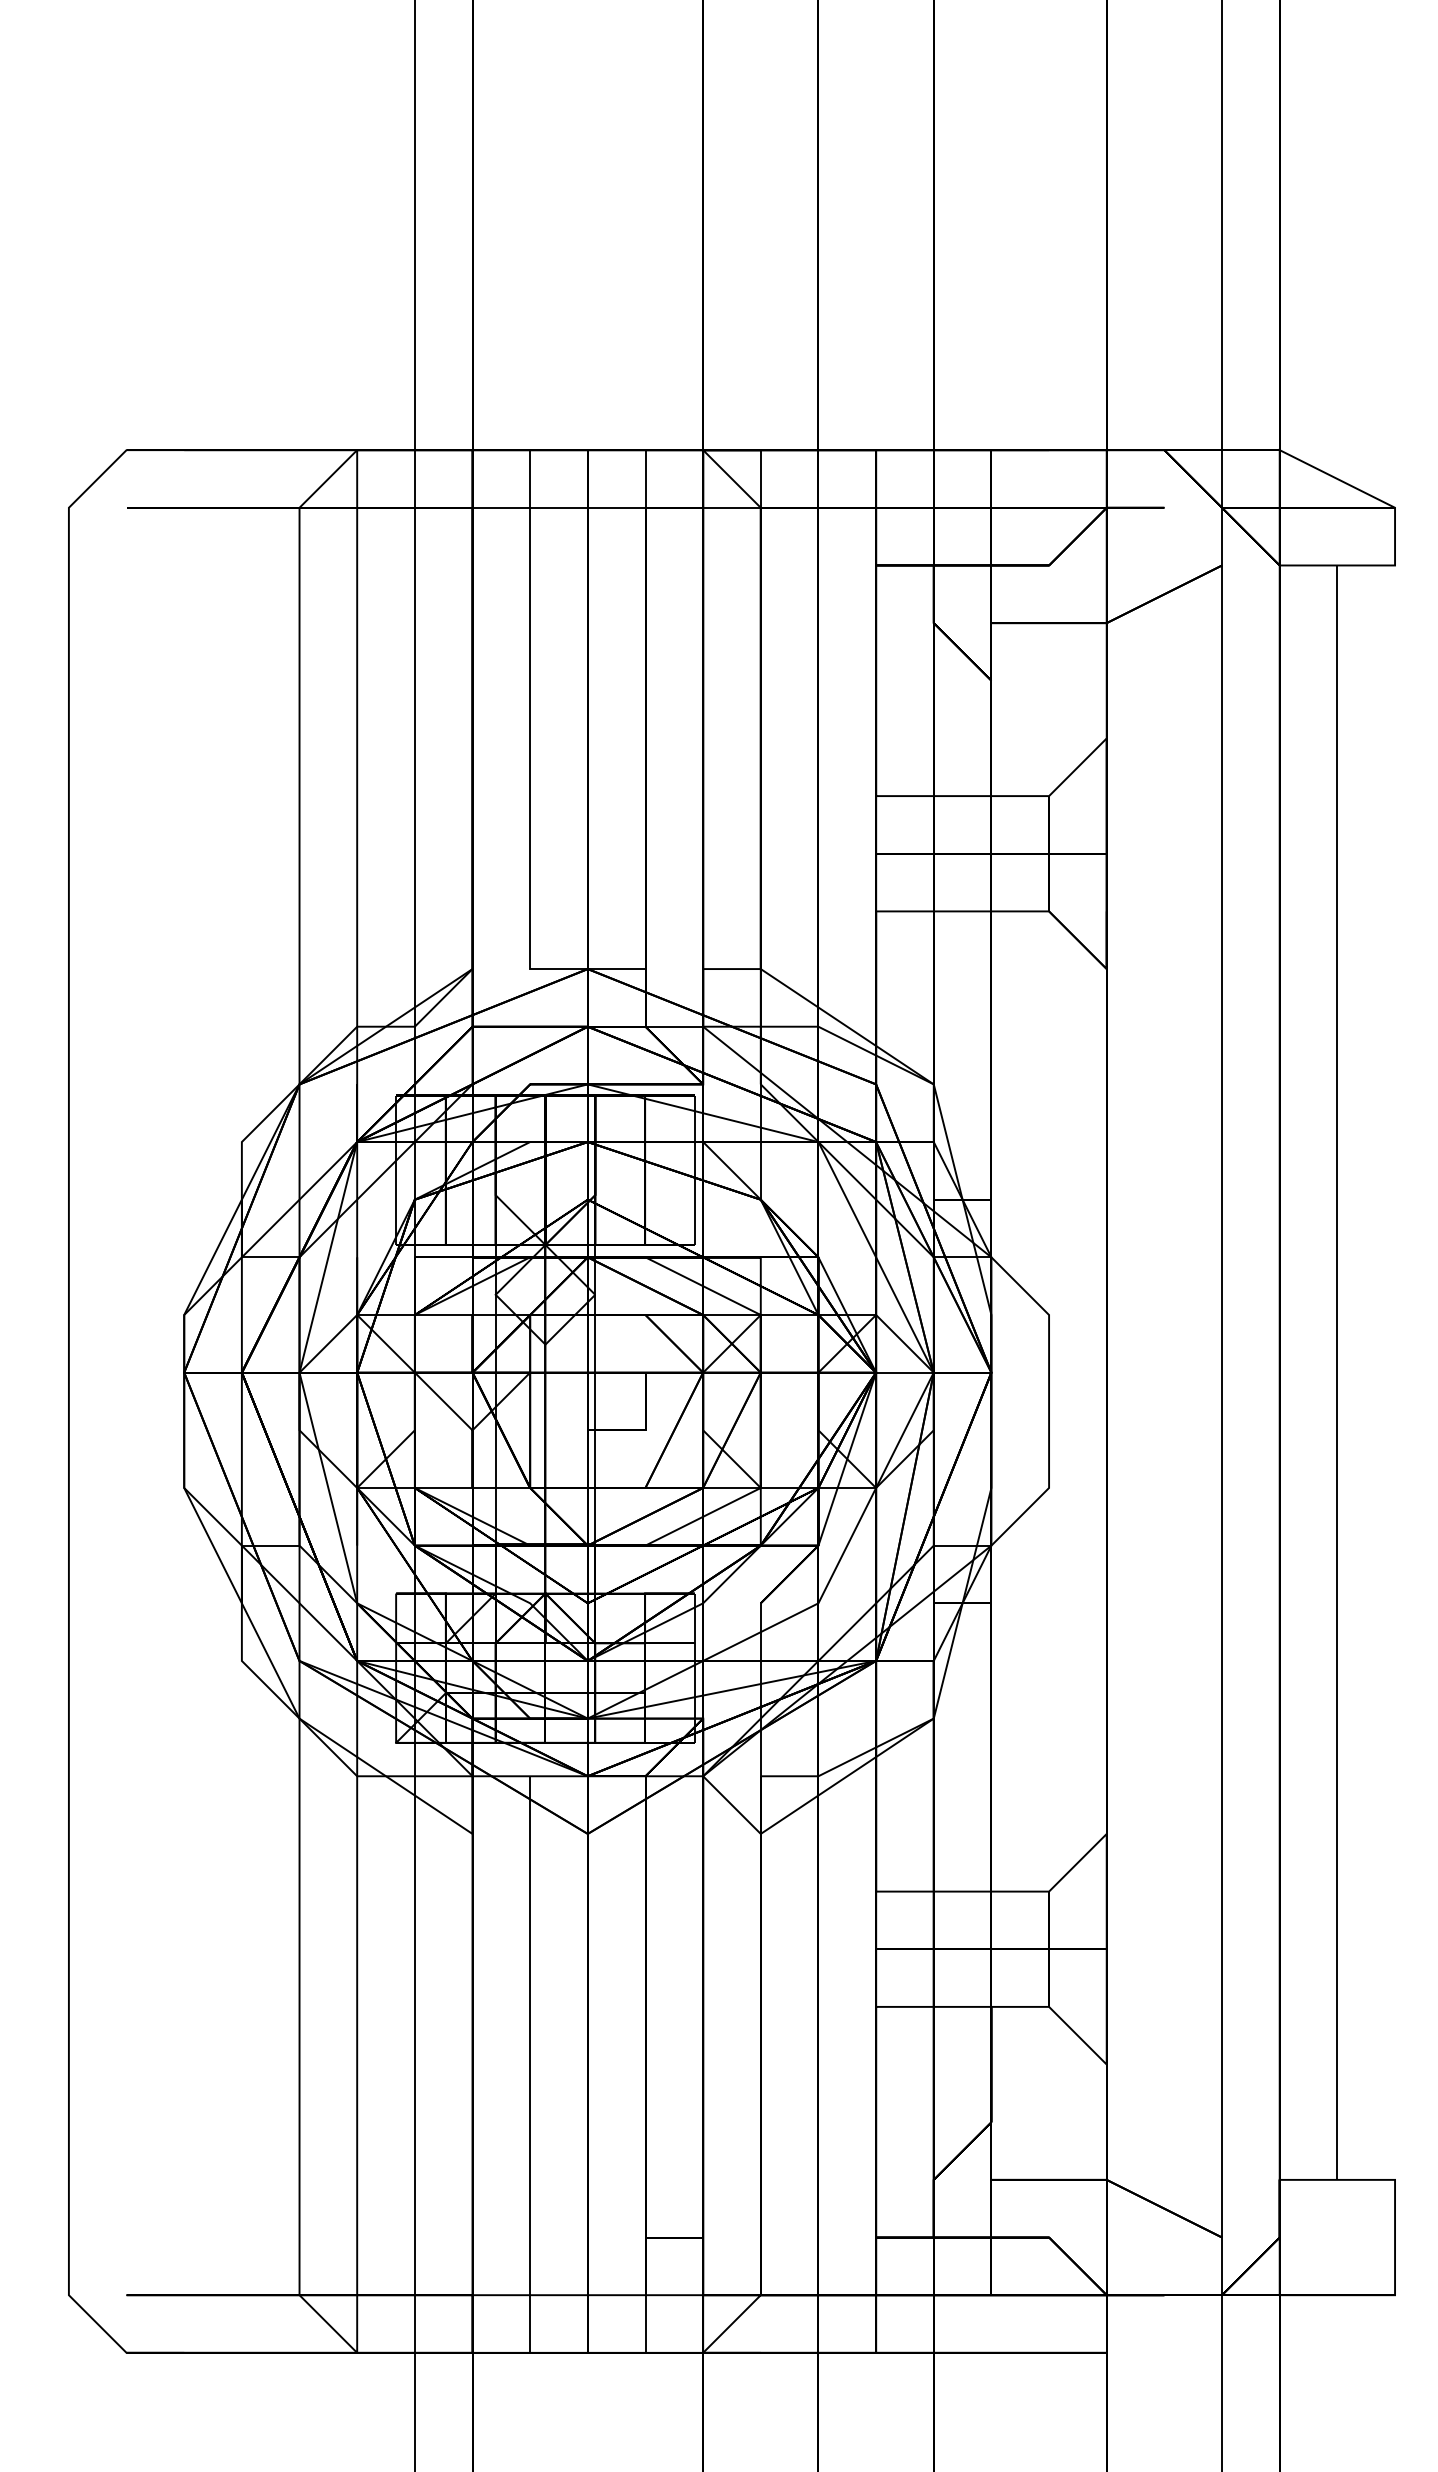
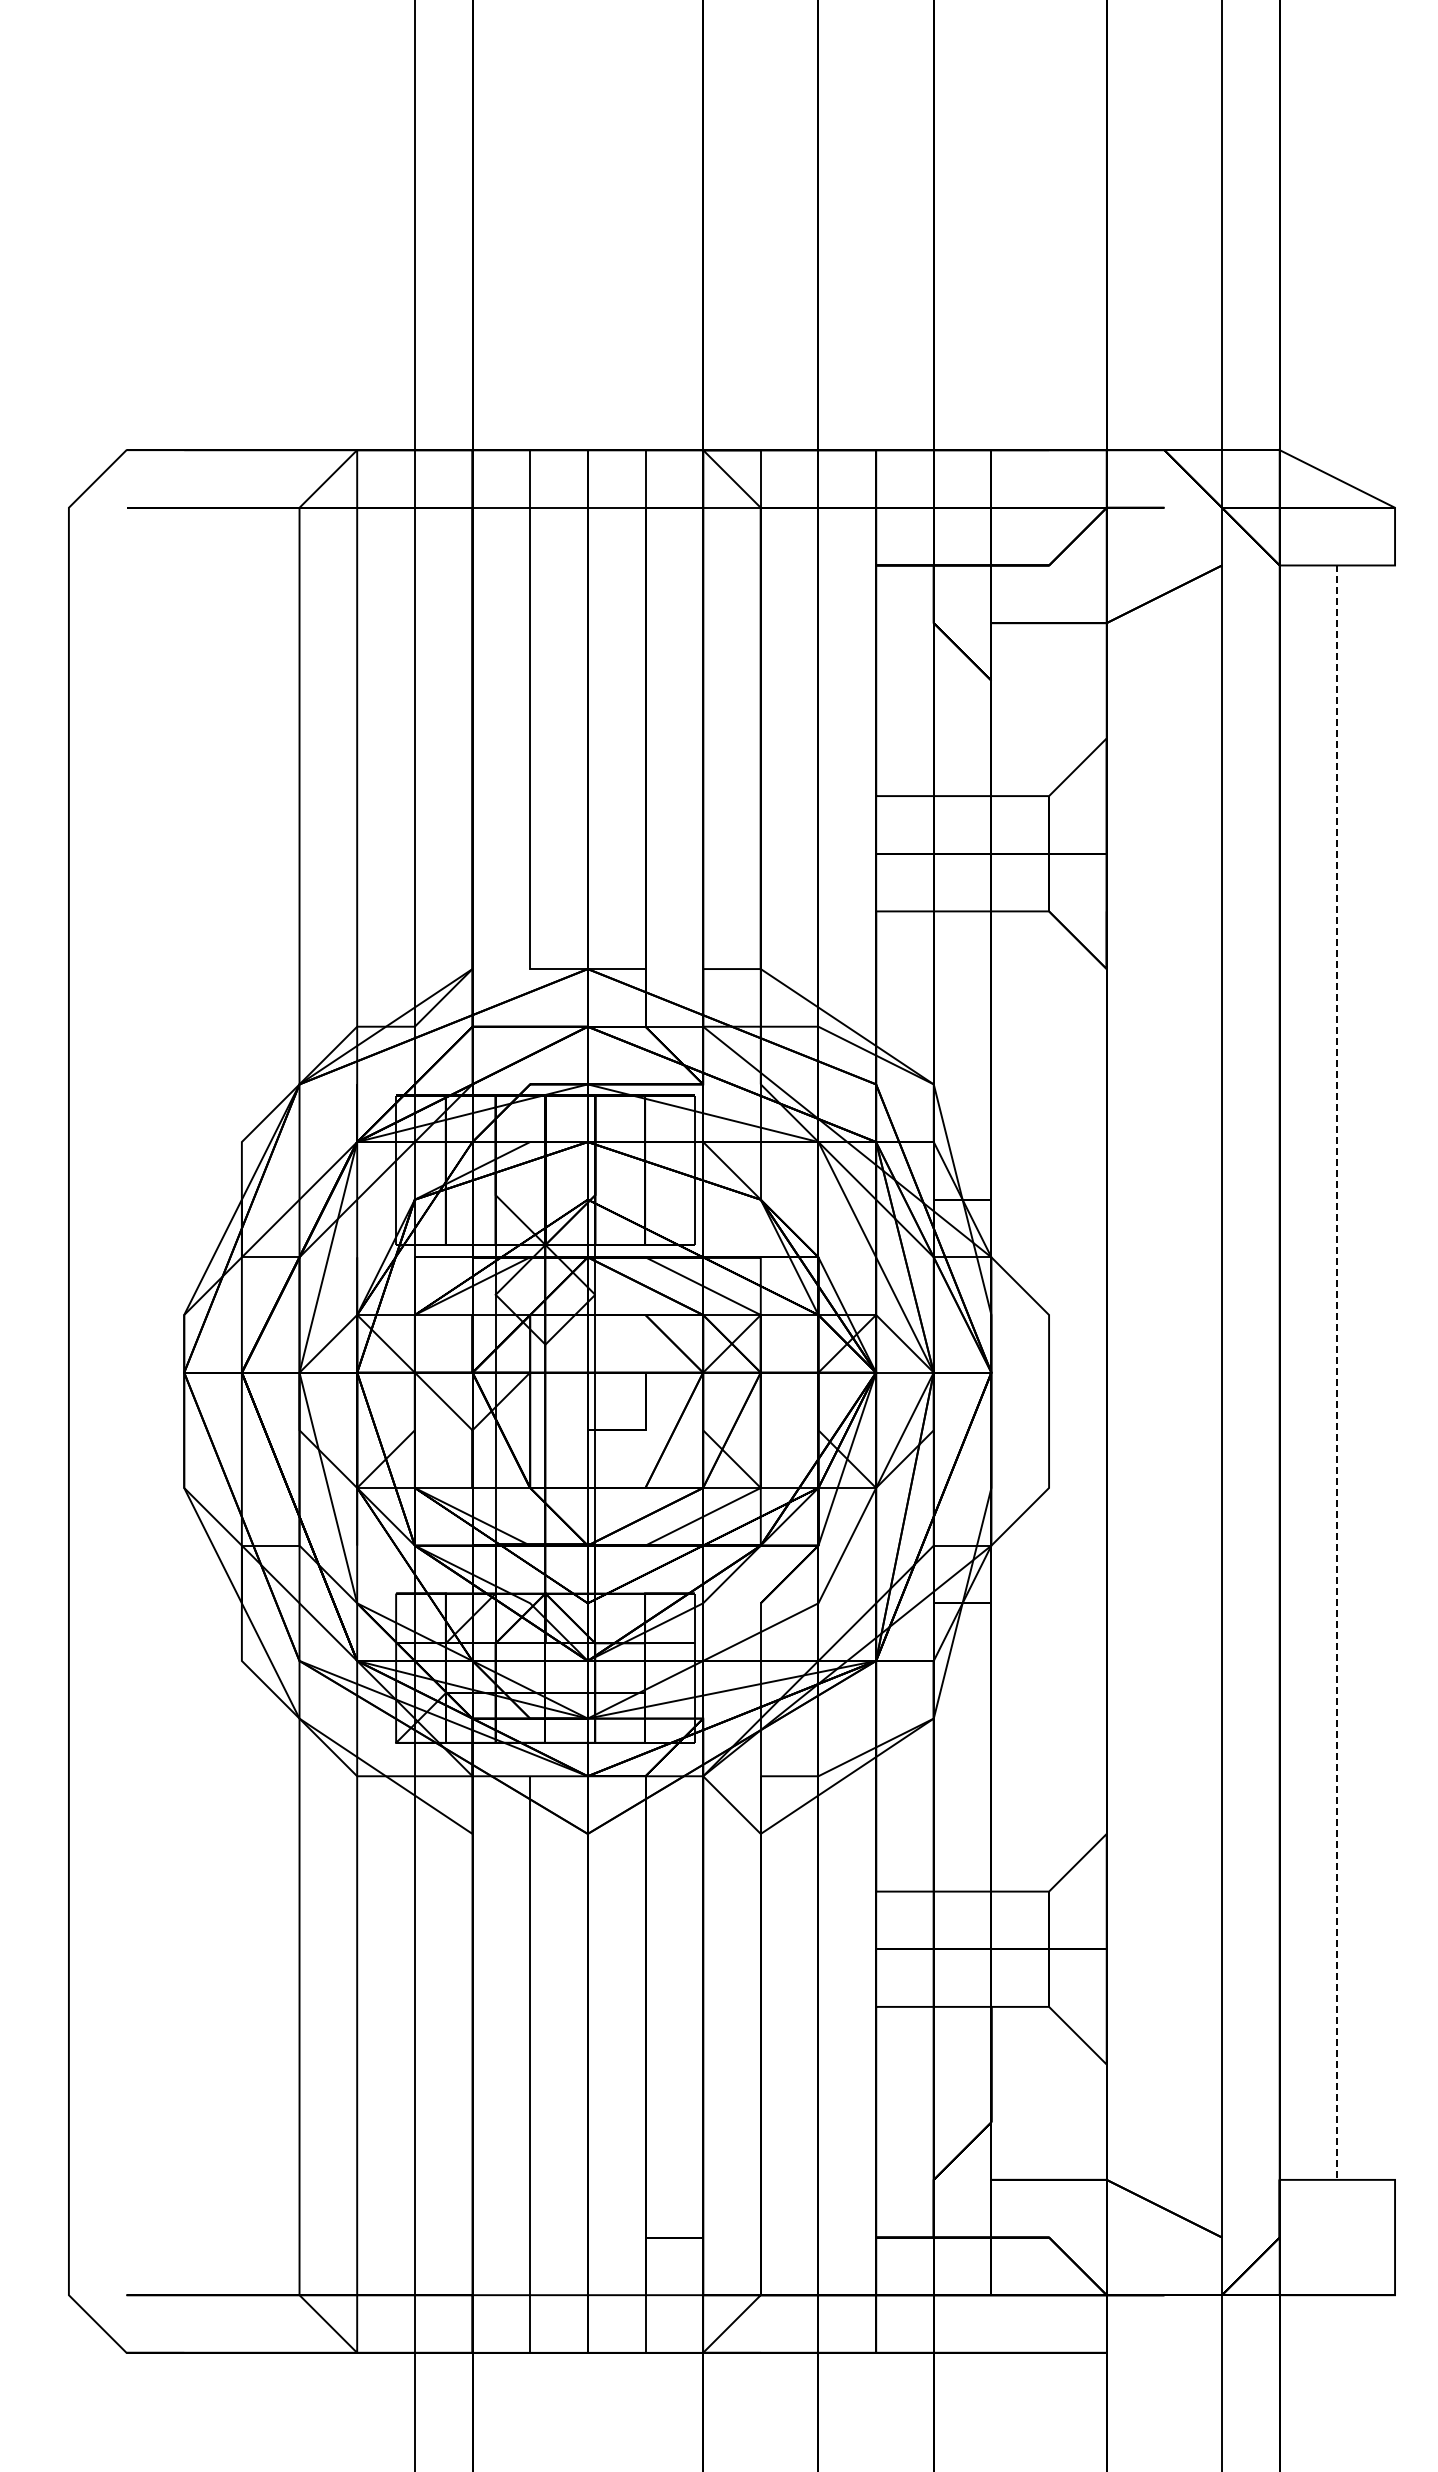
line at (1337, 1373): solid -> dashed
